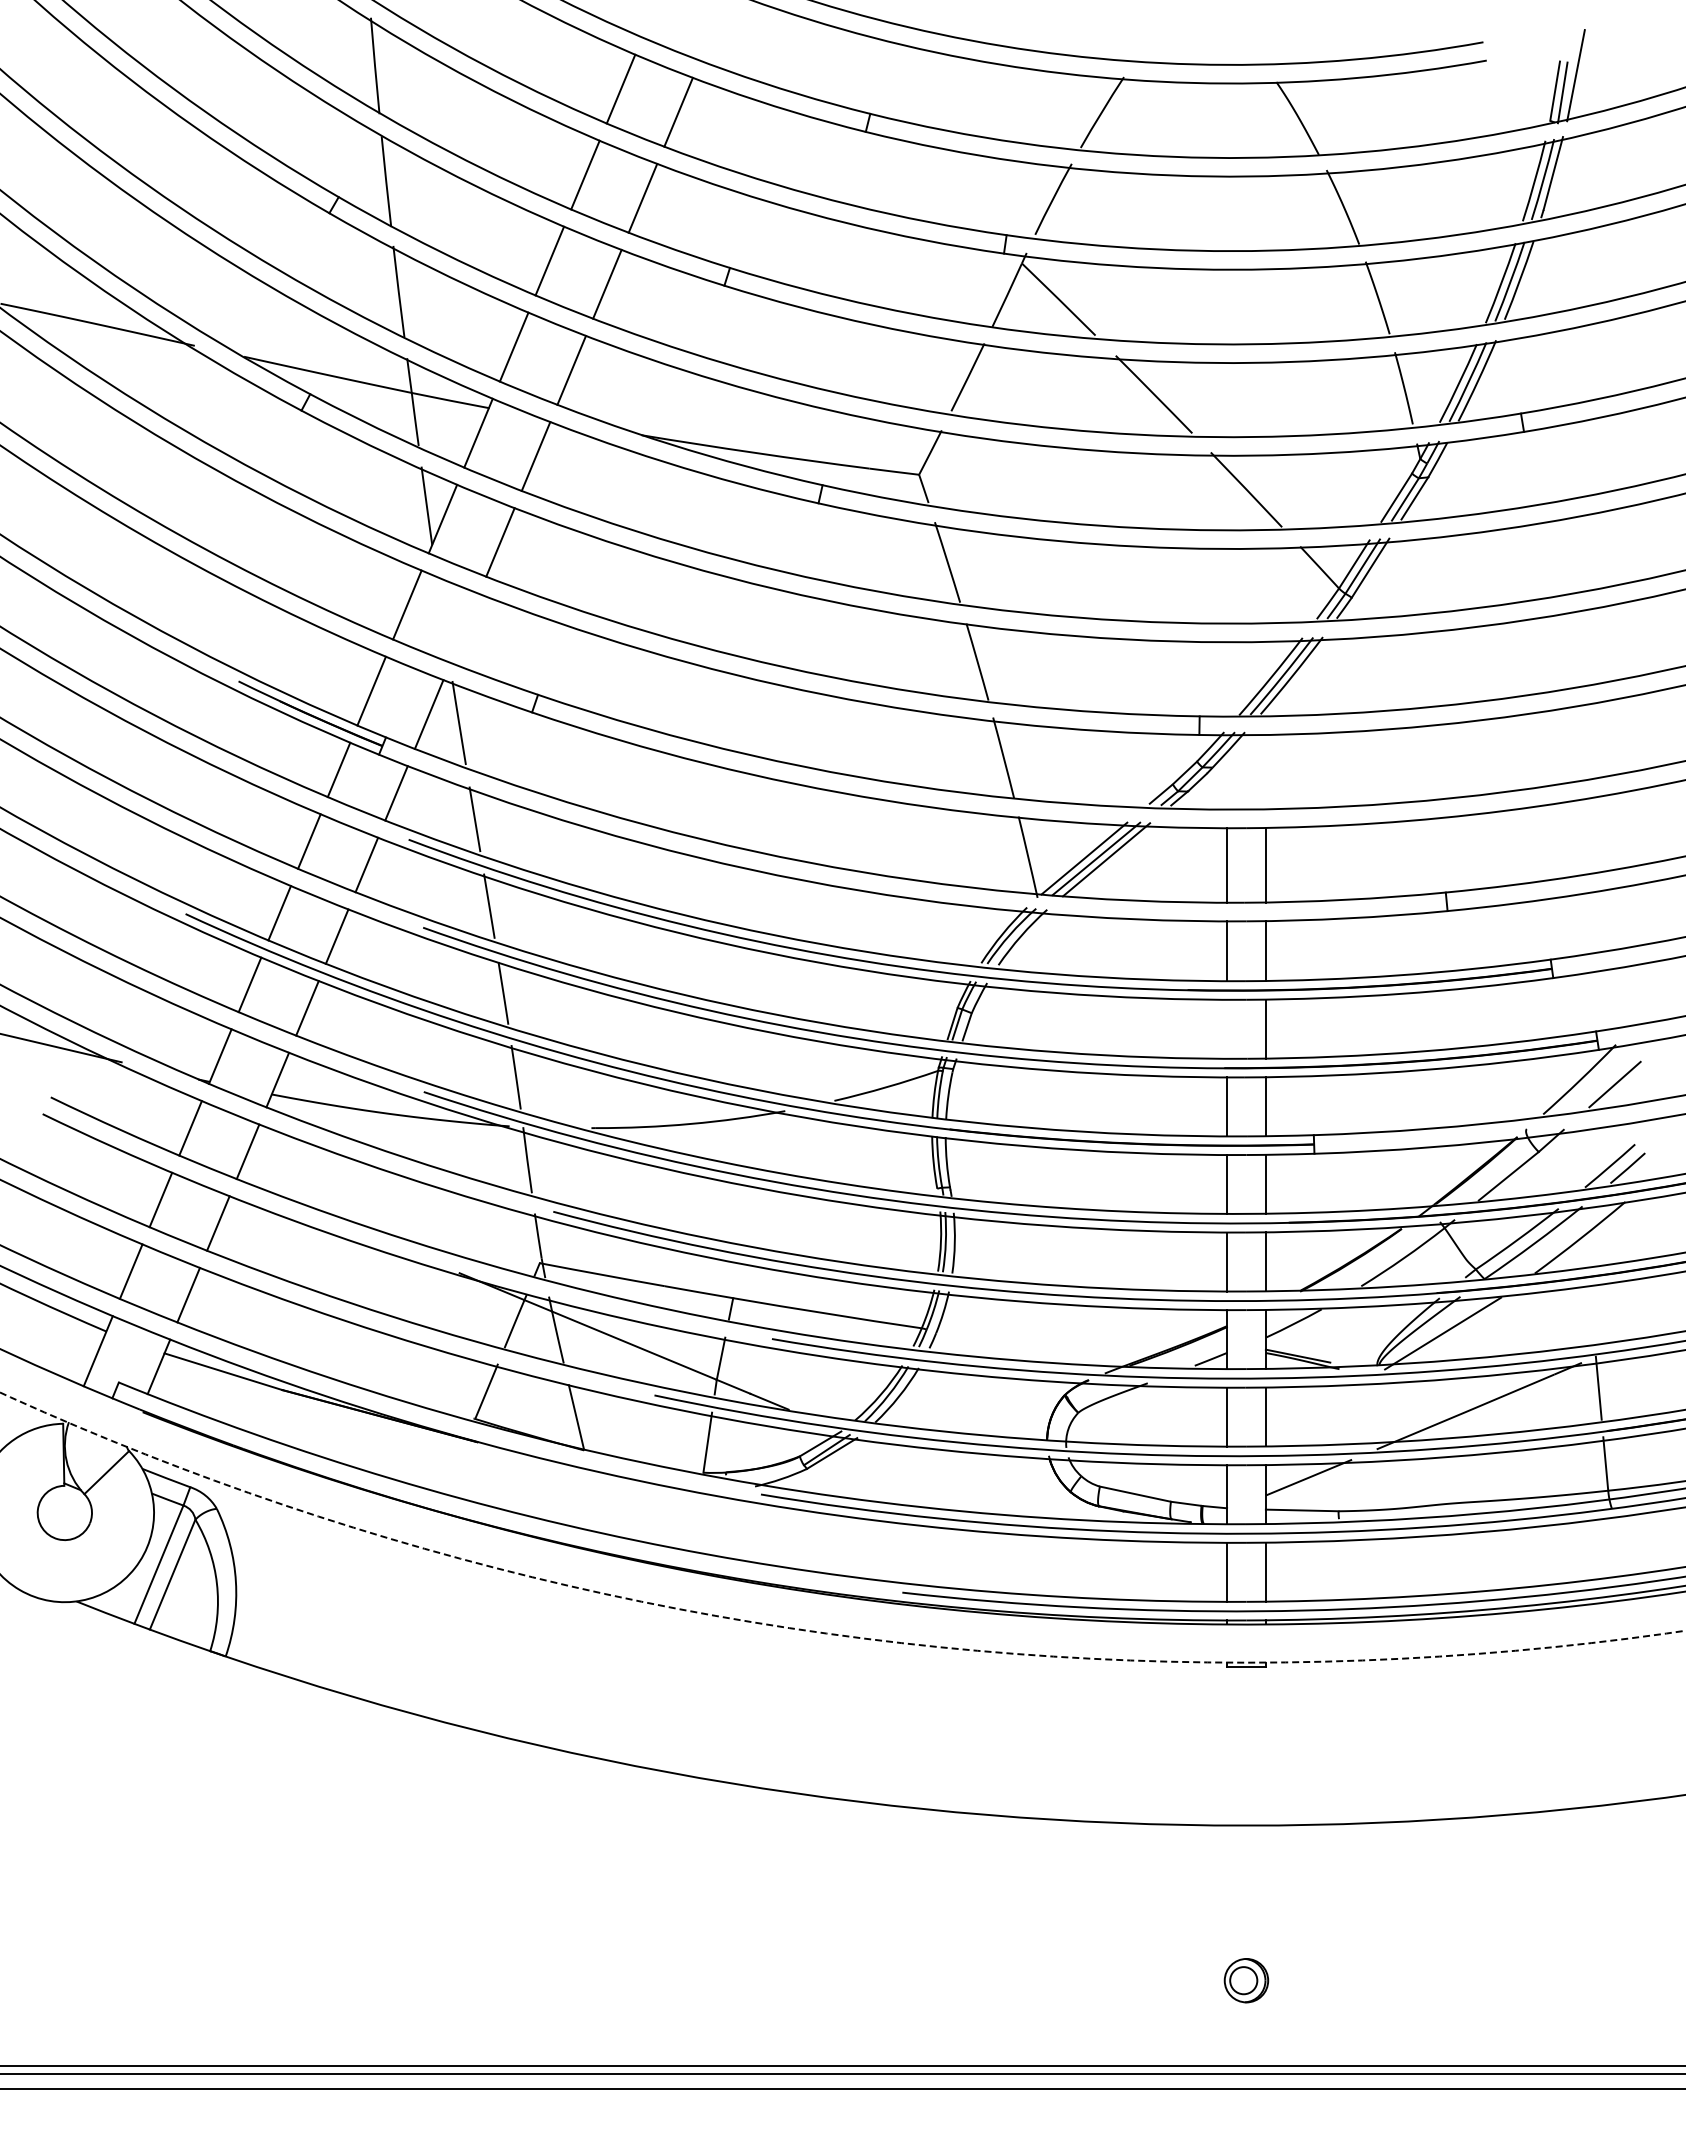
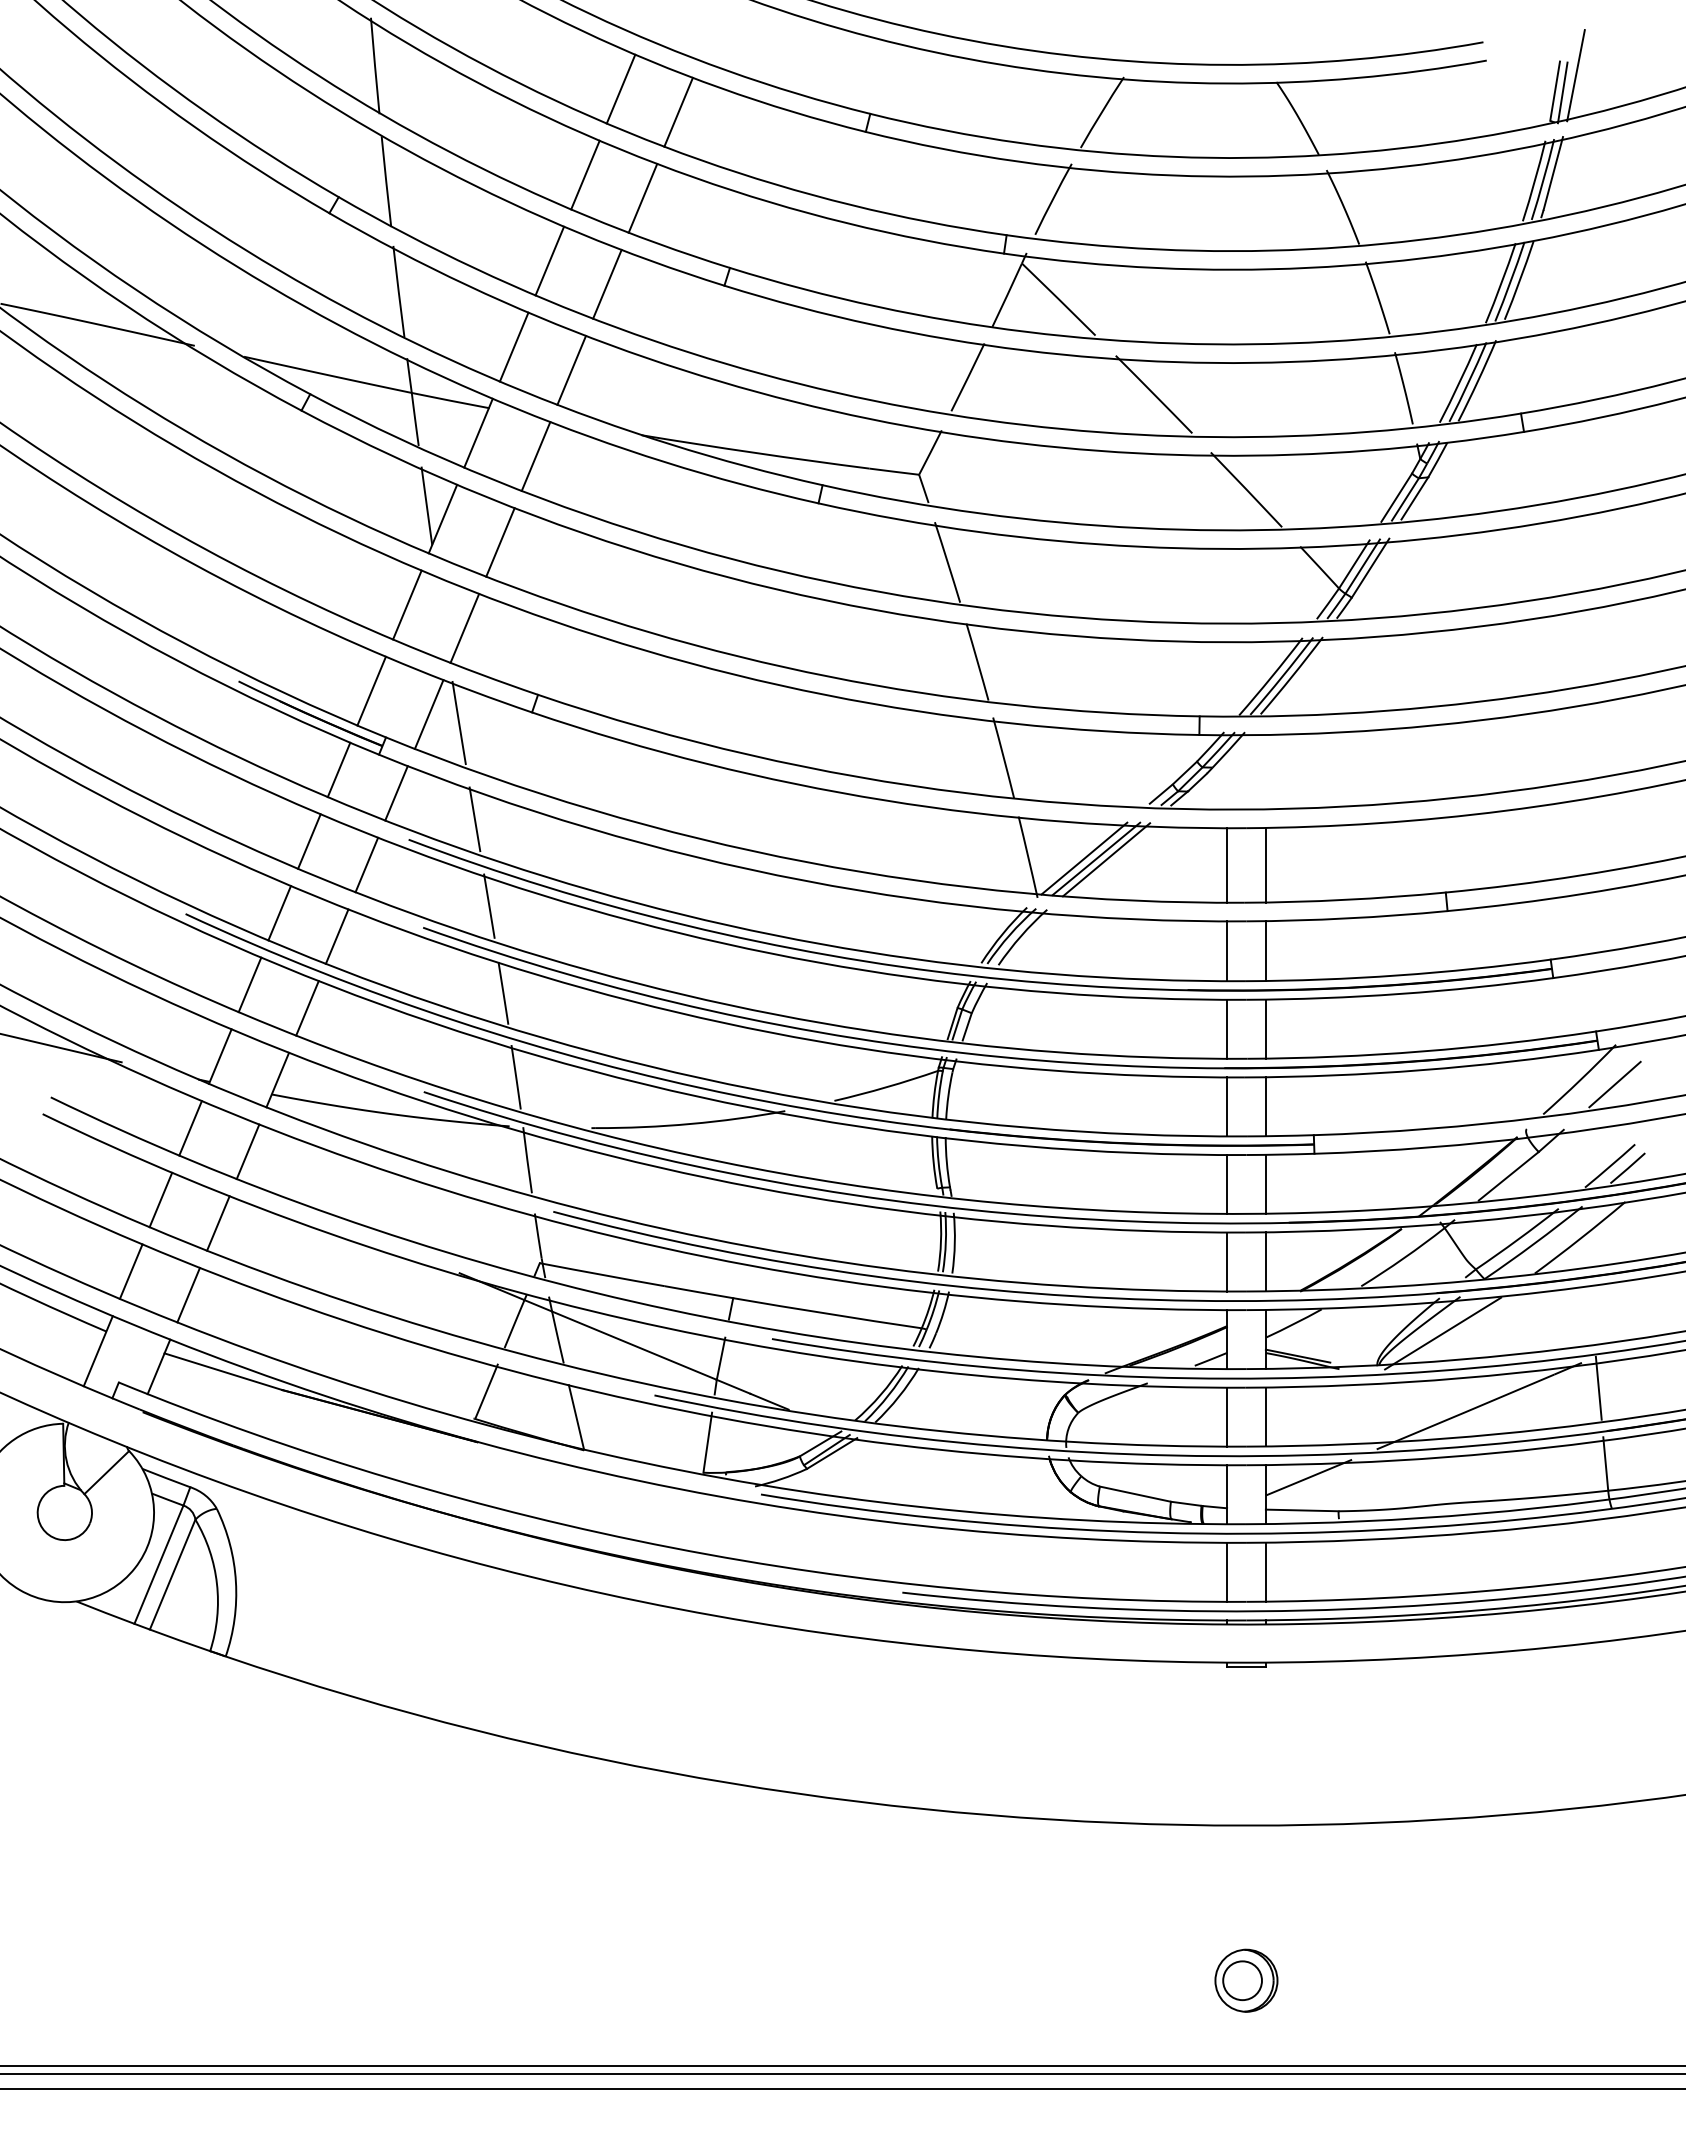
line at (464, 627): none -> present
line at (1227, 1028): none -> present
circle at (842, 1527): dashed -> solid
part at (1246, 1980) size: 47x46 px -> 65x65 px
